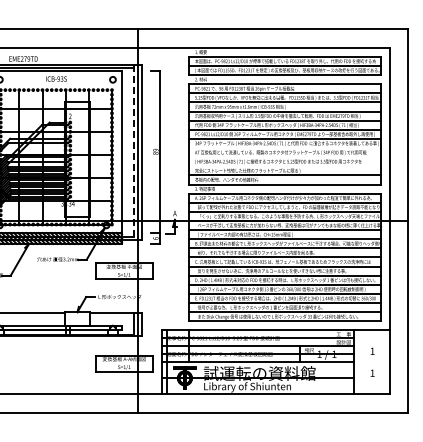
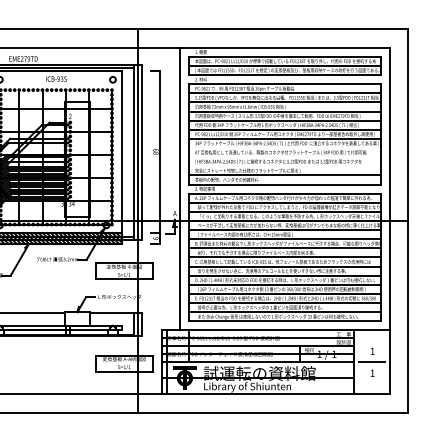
line at (133, 153): dashed -> solid
line at (180, 188): none -> present
line at (371, 362): none -> present
